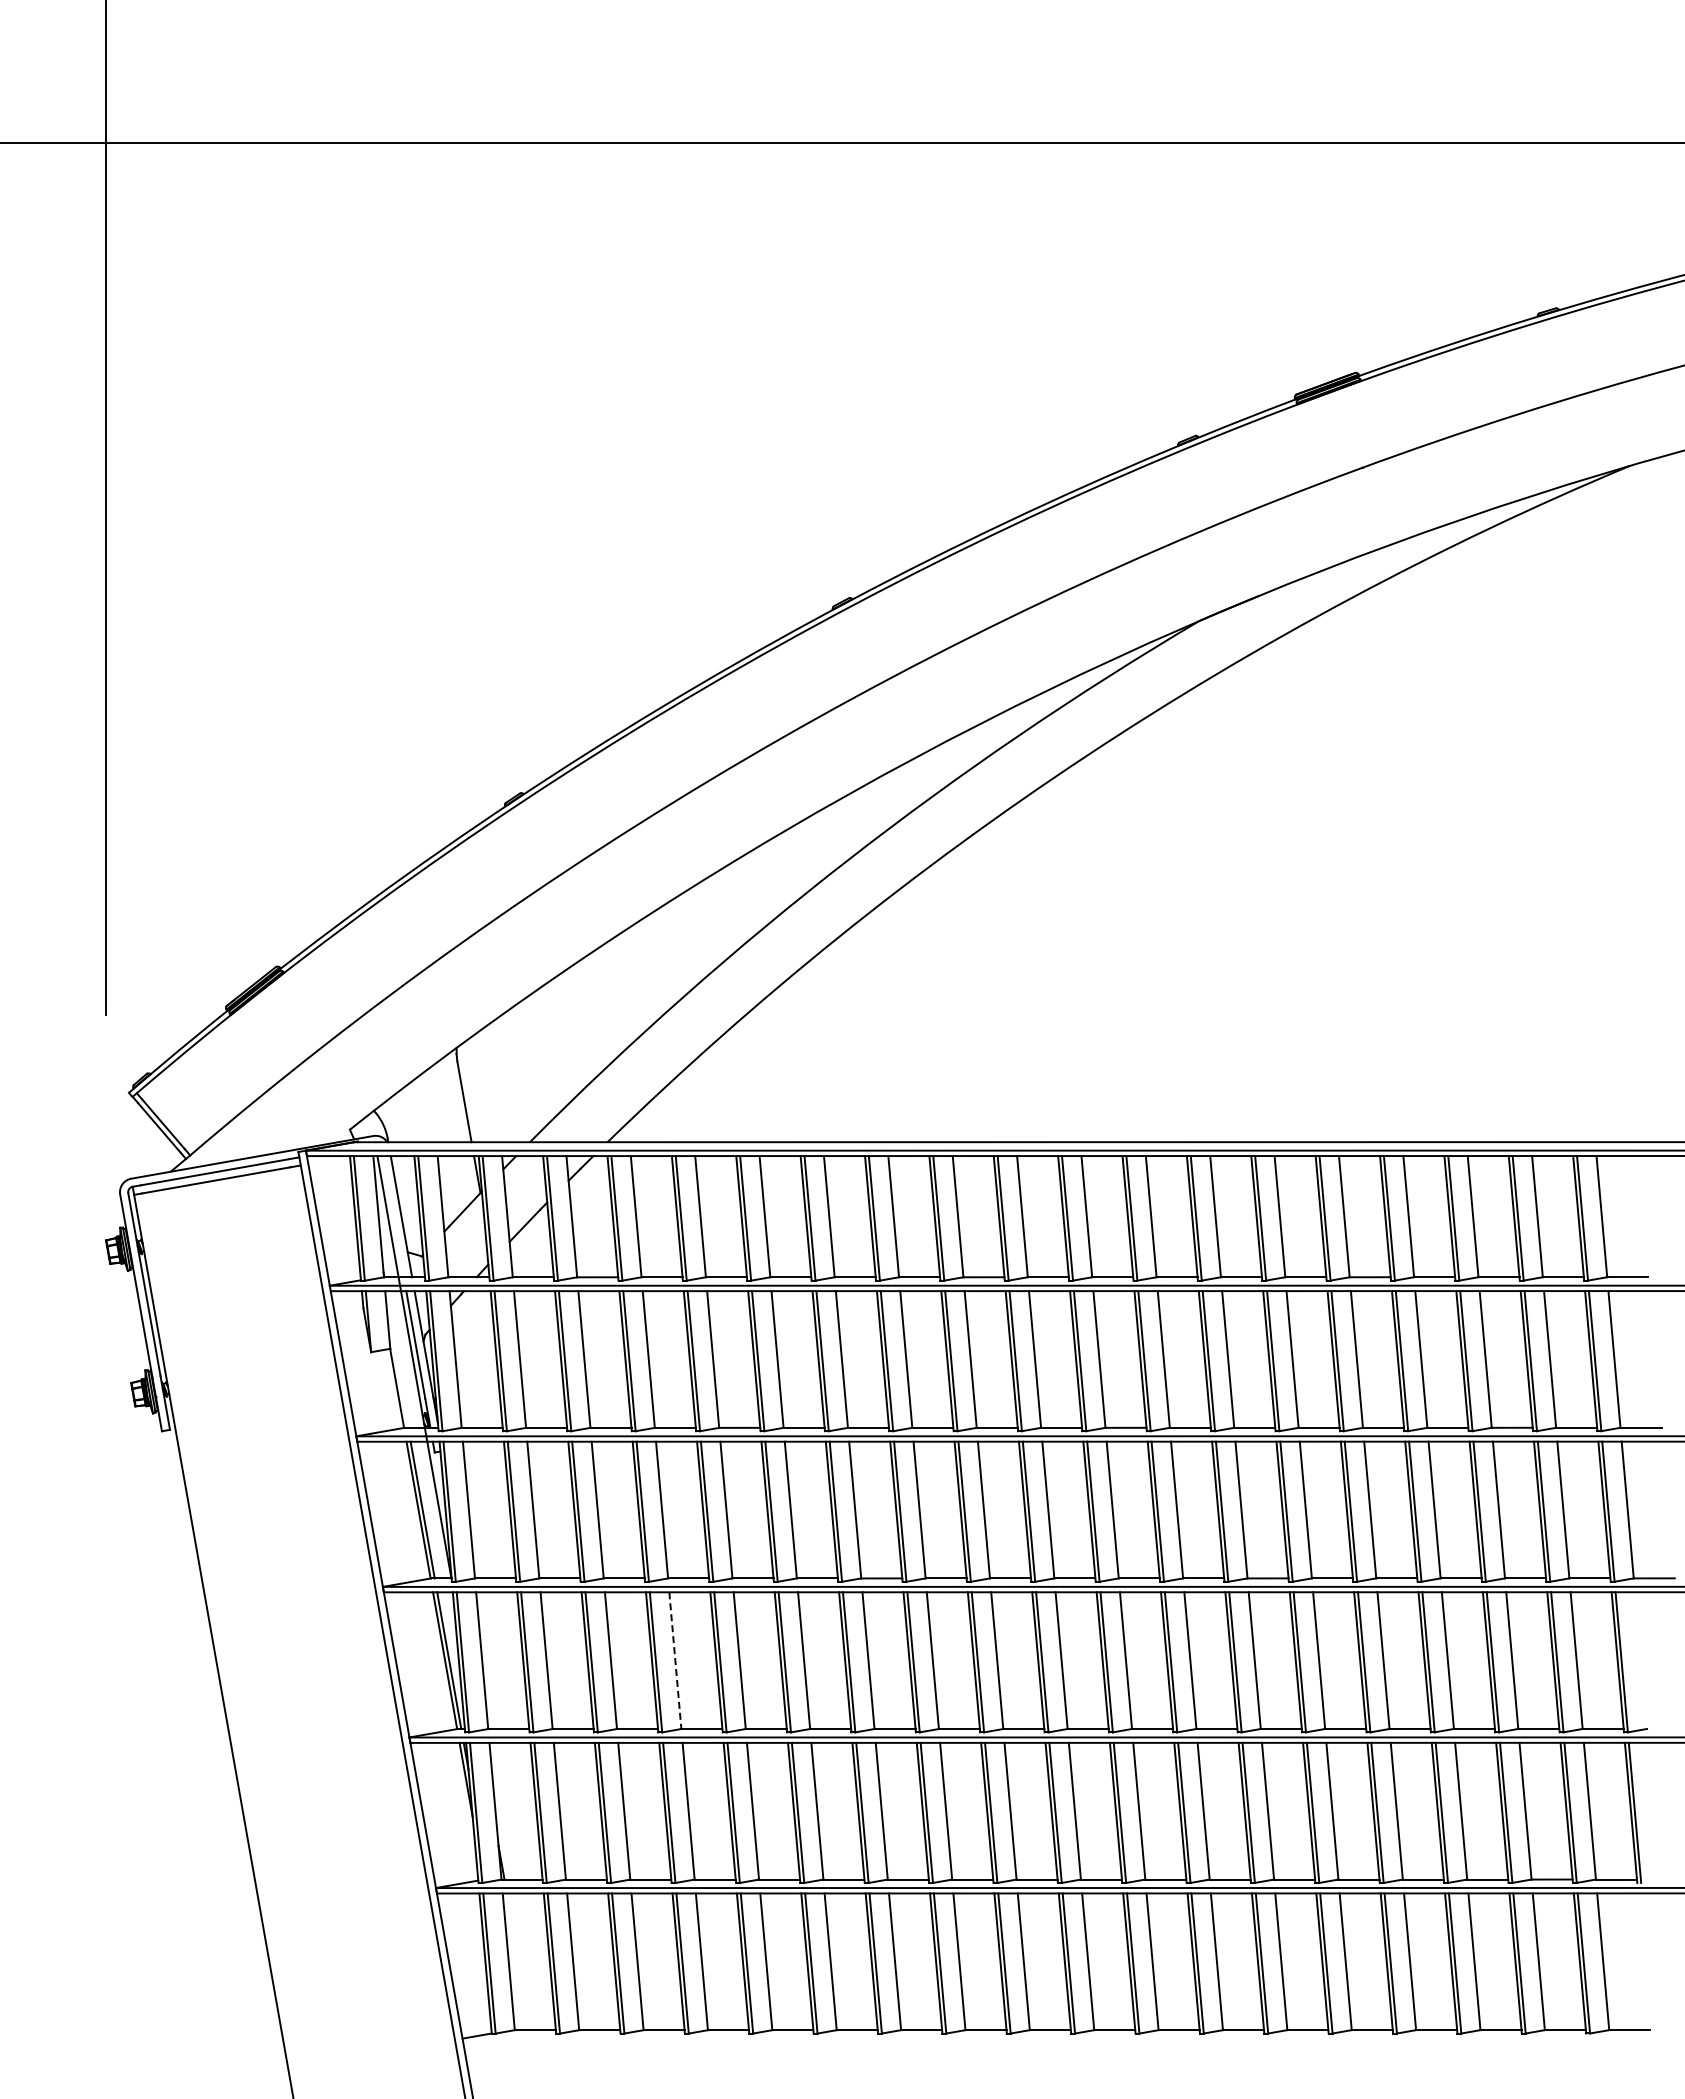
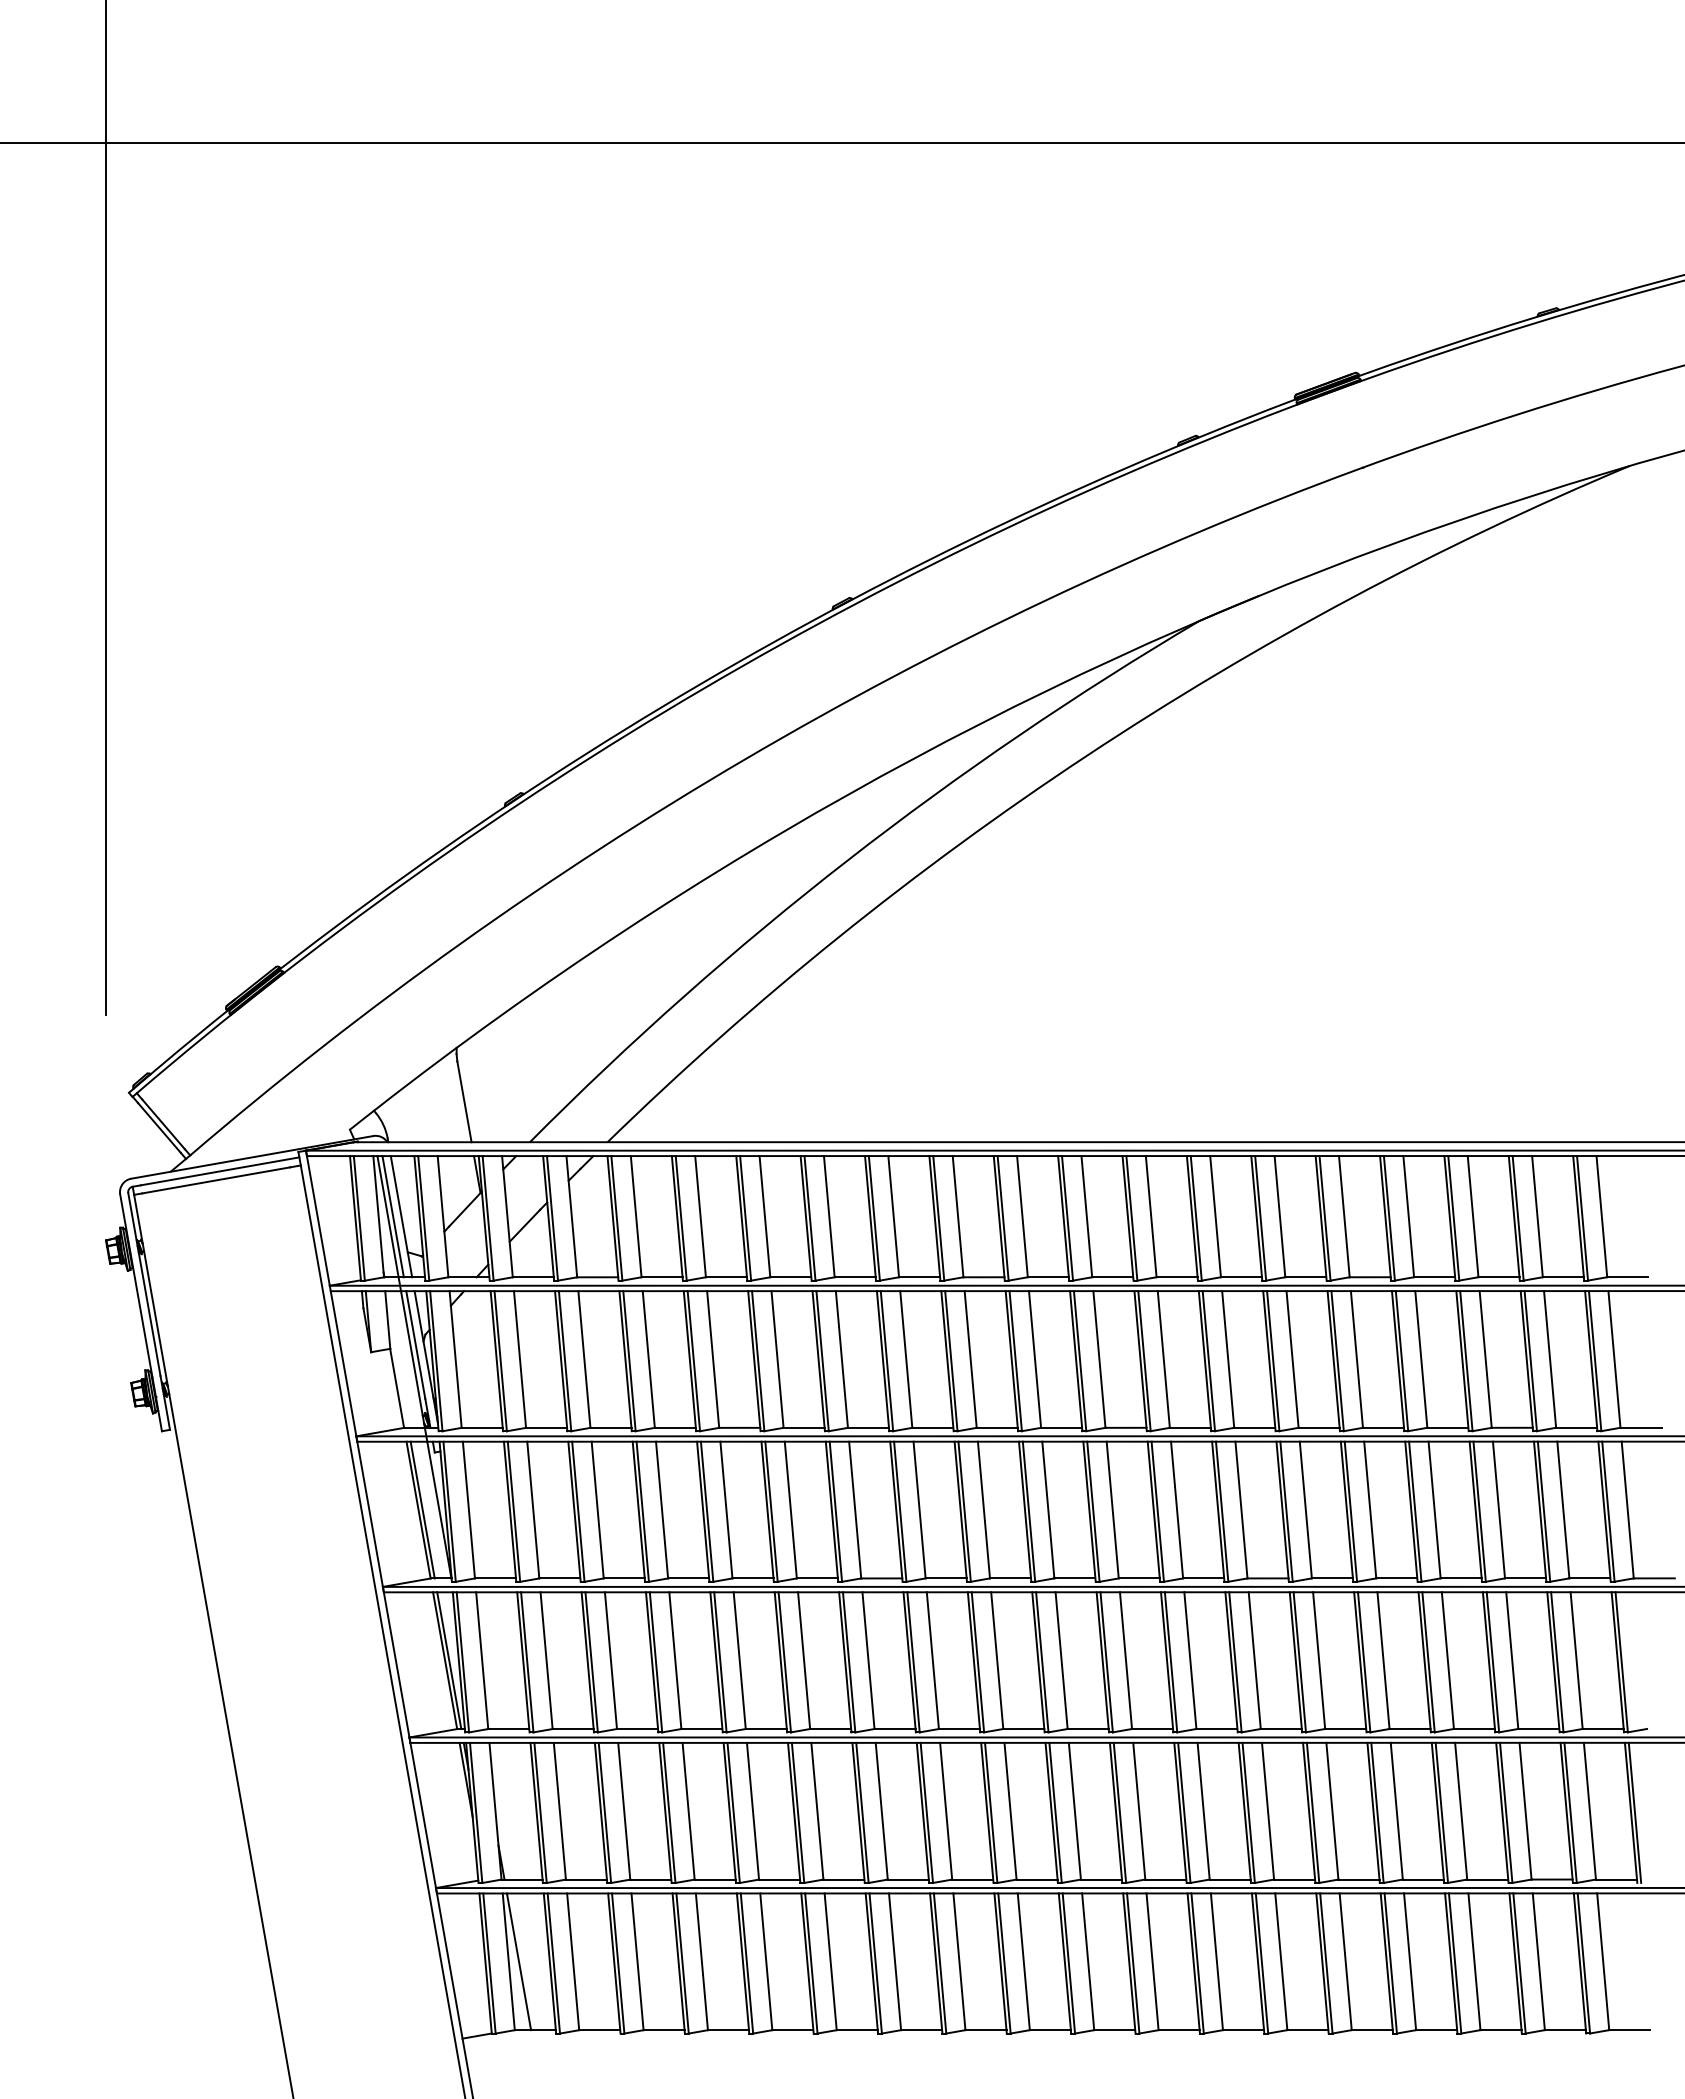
line at (392, 1216): none -> present
line at (675, 1660): dashed -> solid
line at (518, 1961): none -> present
